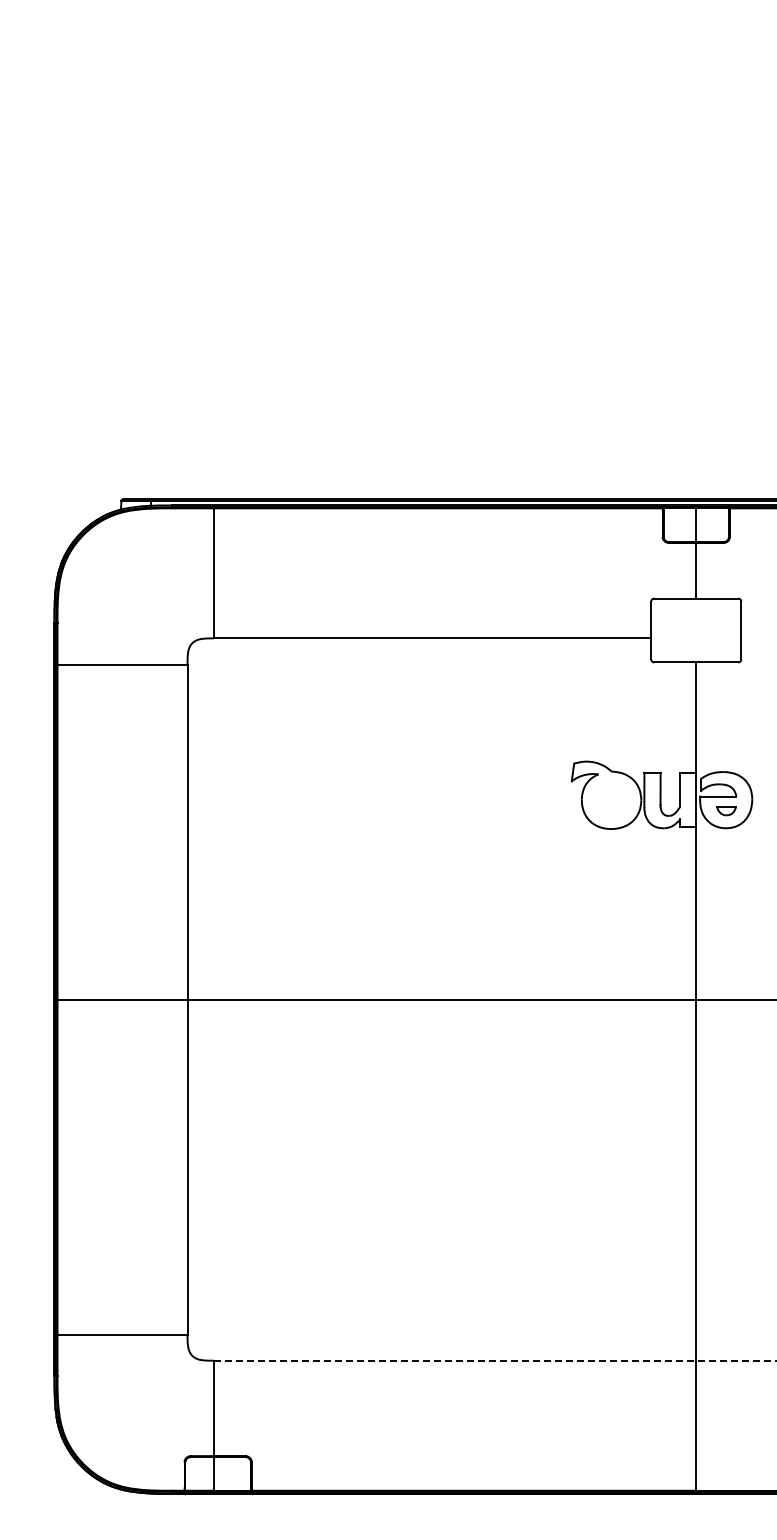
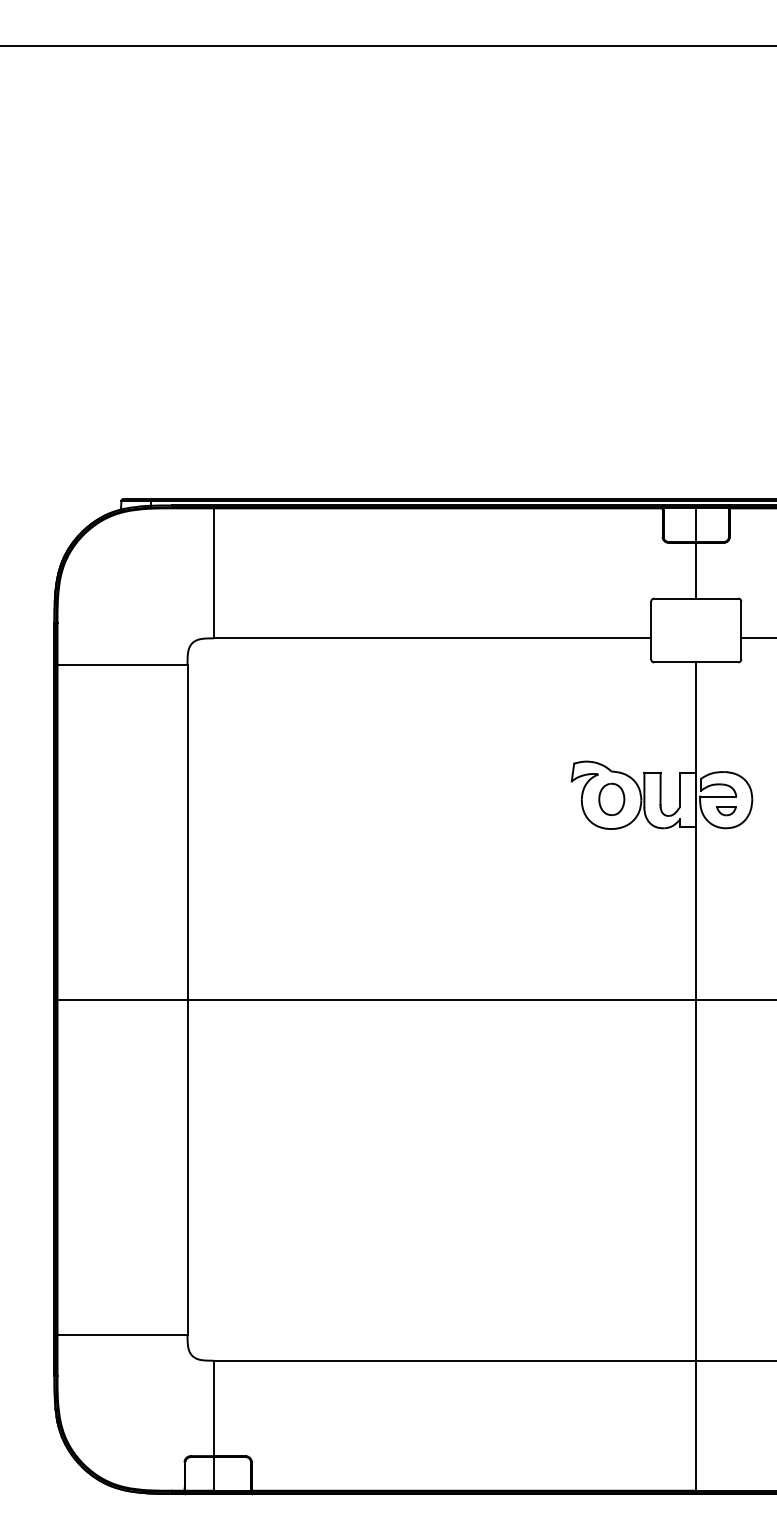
line at (387, 46): none -> present
line at (757, 638): none -> present
part at (611, 798): none -> present
line at (495, 1360): dashed -> solid
